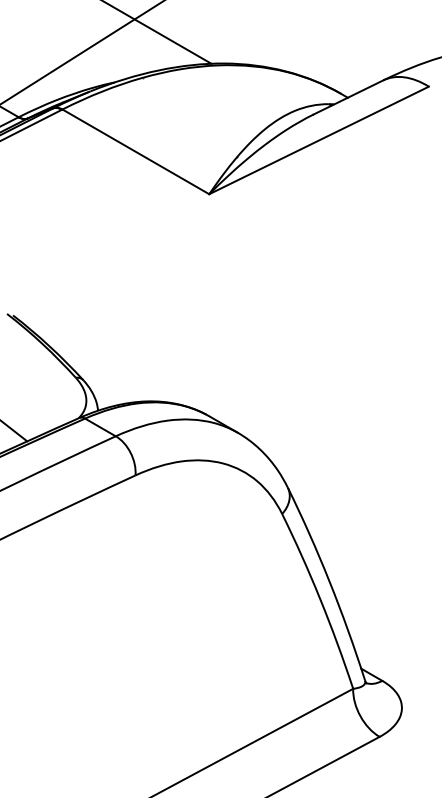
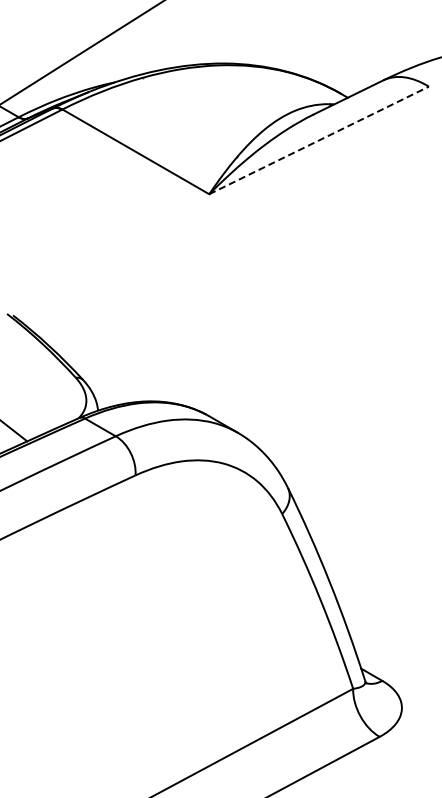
line at (157, 32): present -> none
line at (319, 140): solid -> dashed
